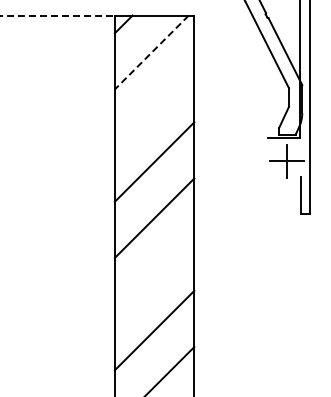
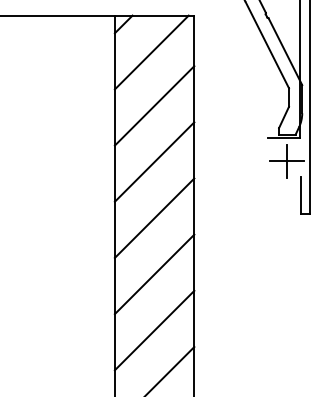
line at (58, 15): dashed -> solid
line at (151, 52): dashed -> solid
line at (154, 105): none -> present
line at (154, 274): none -> present
